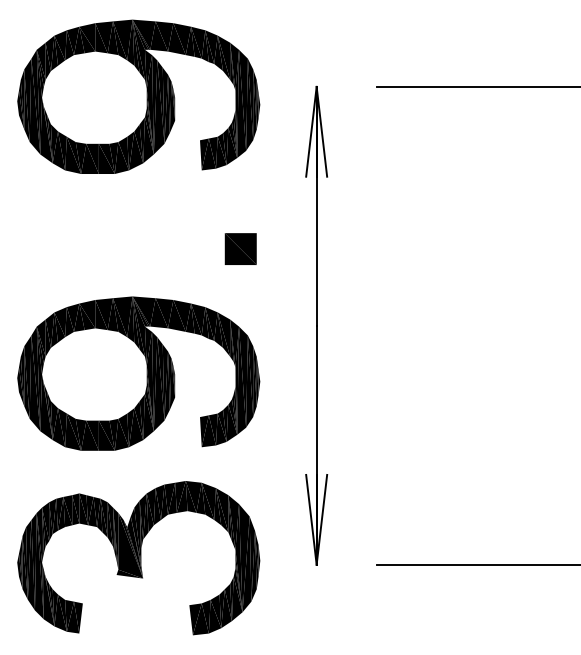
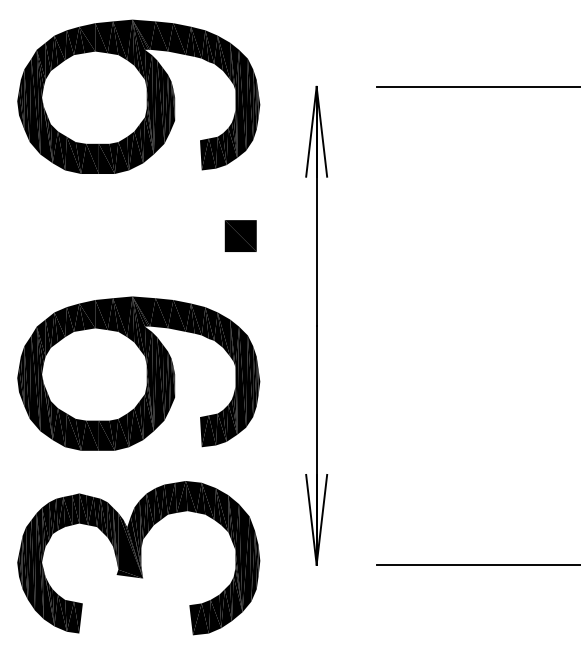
part at (240, 248) position: (240, 248) -> (240, 235)
